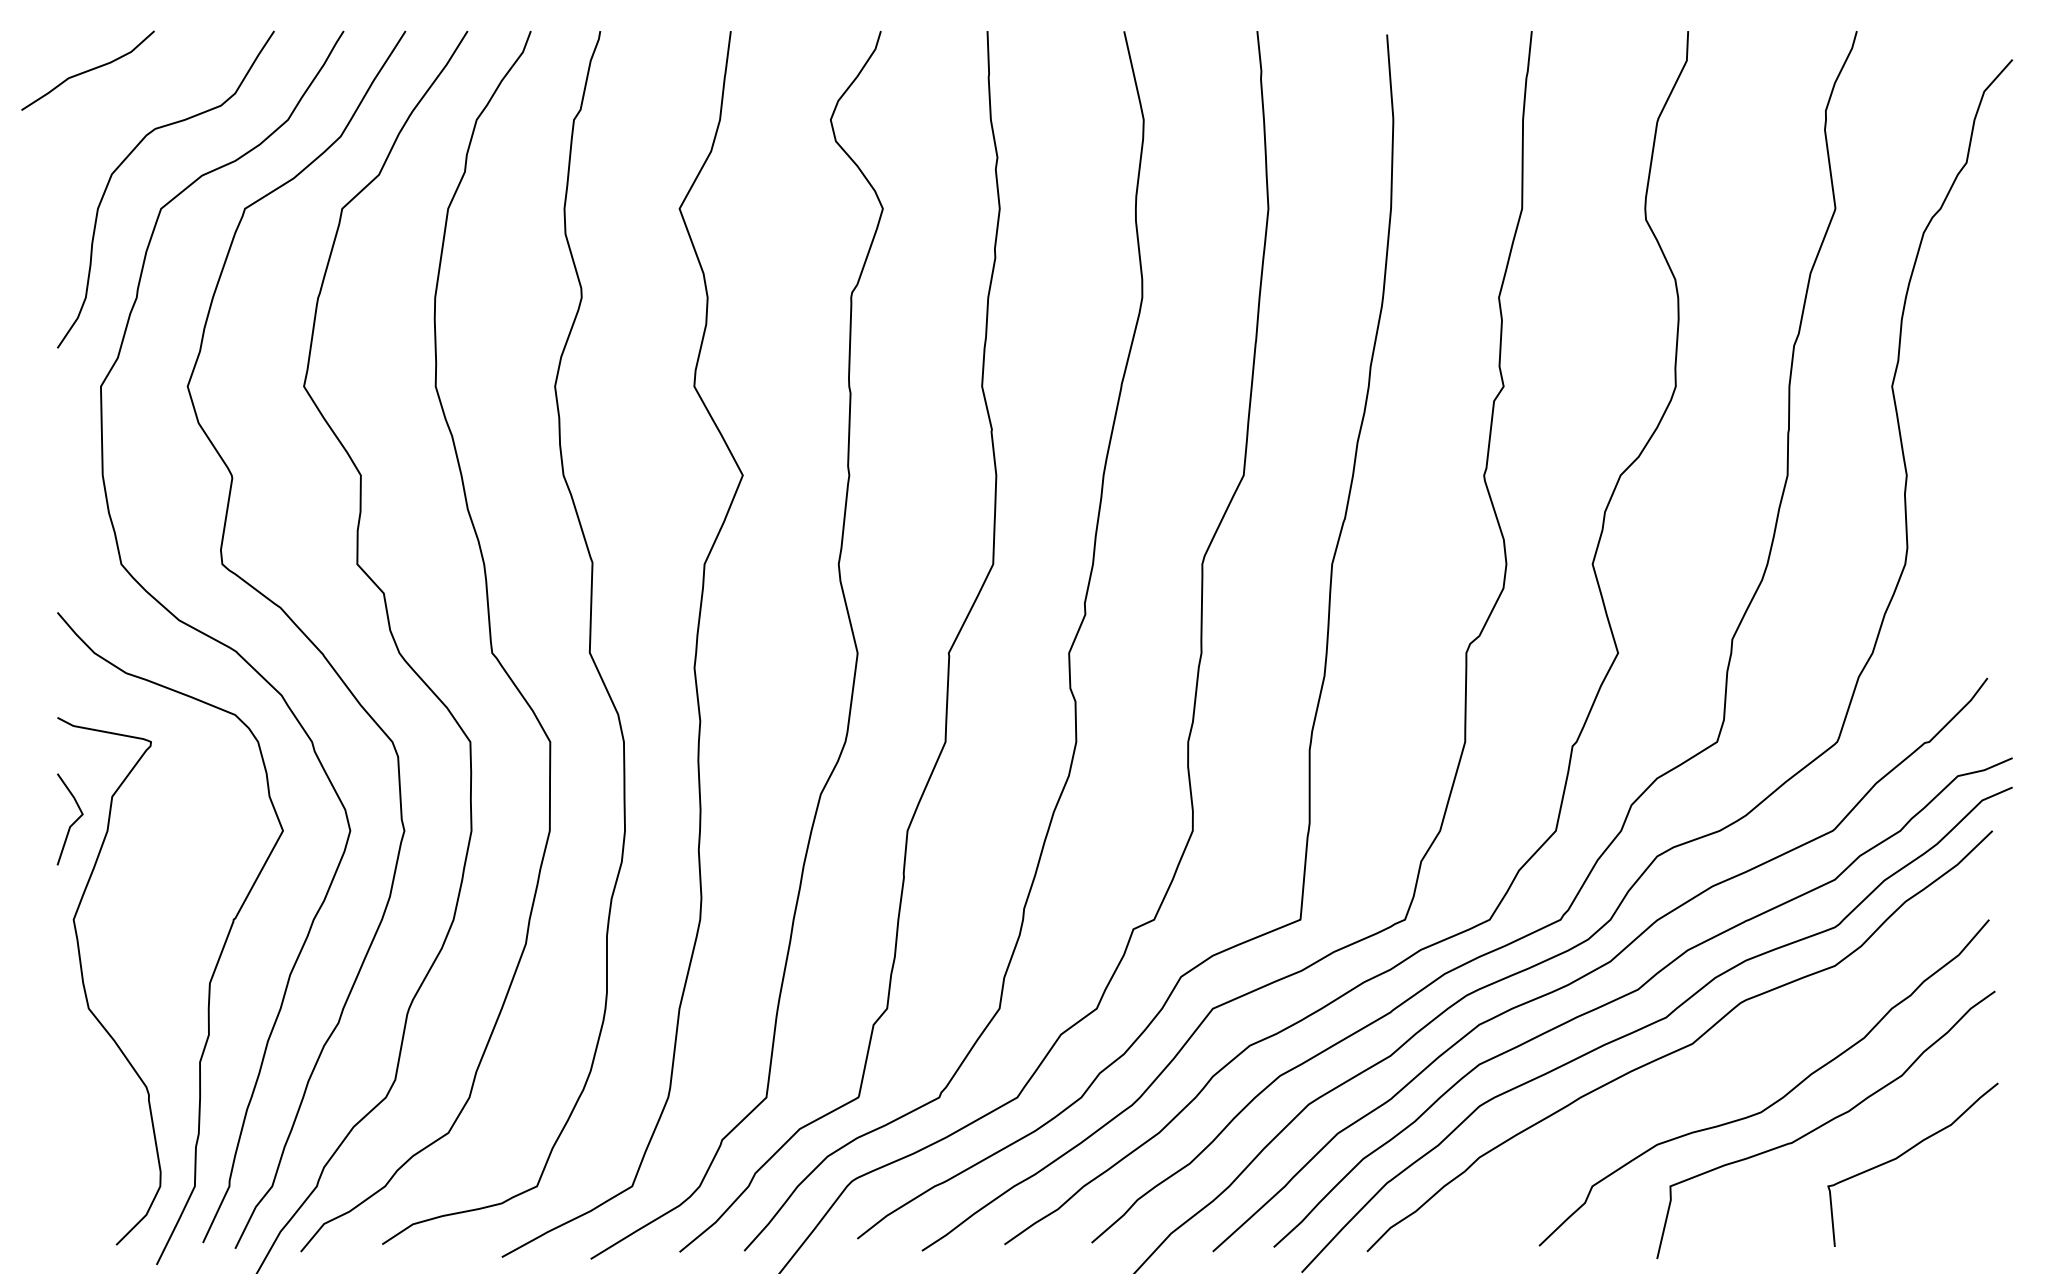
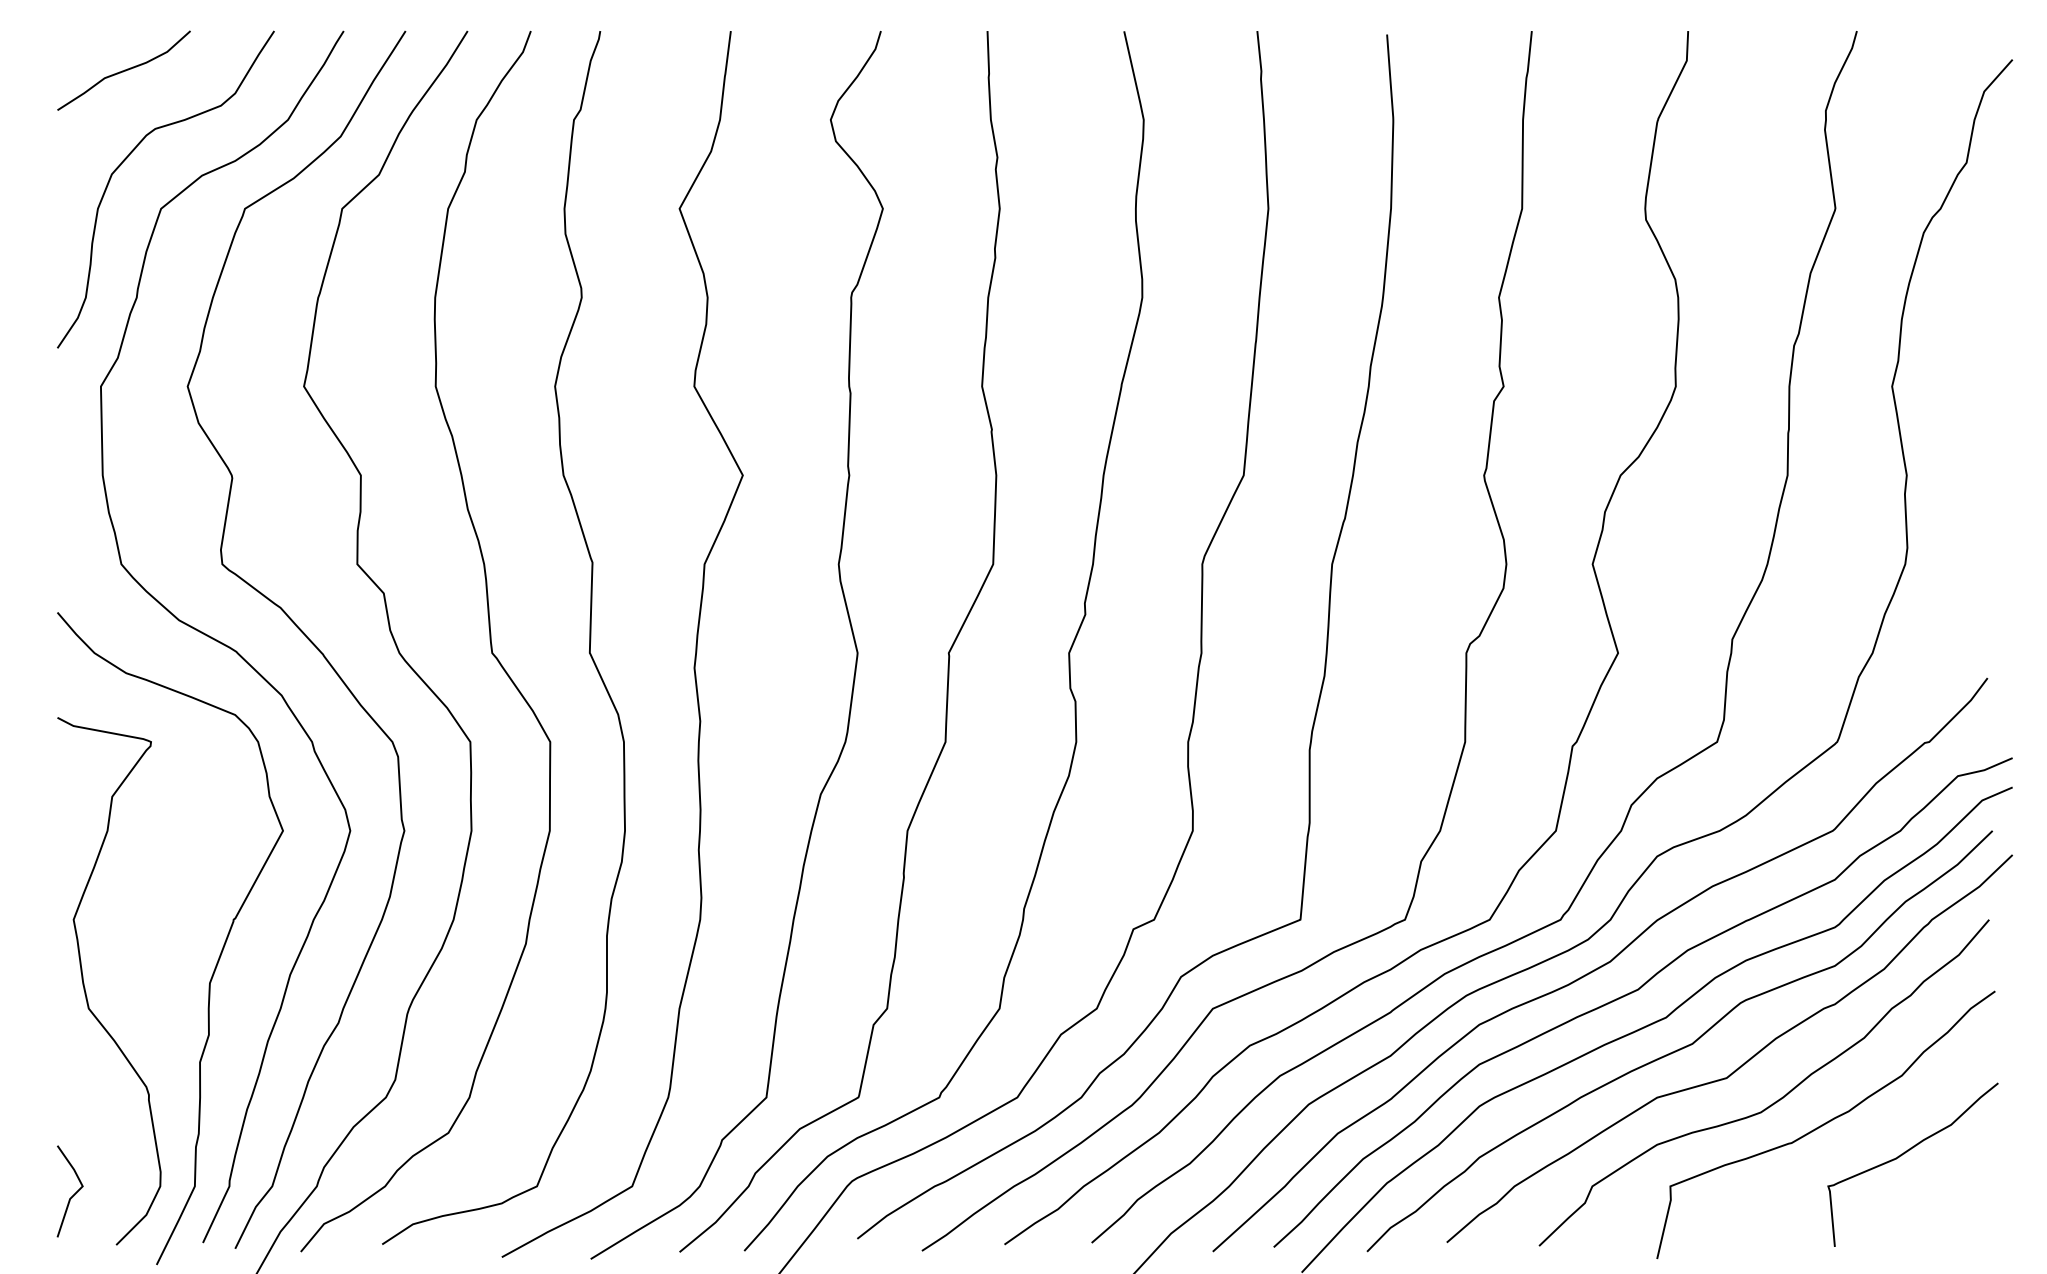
curve at (87, 70) position: (87, 70) -> (123, 70)
line at (73, 822) position: (73, 822) -> (73, 1194)
curve at (1740, 1065): none -> present
